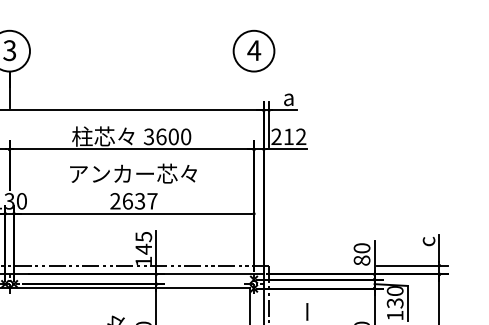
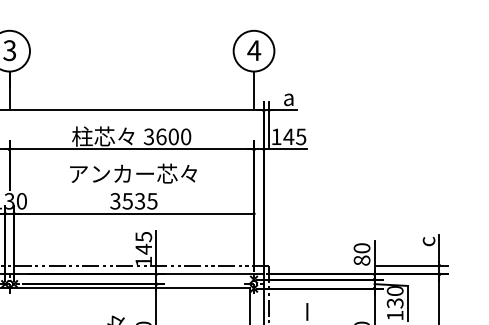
line at (254, 89): none -> present
text at (288, 136): 212 -> 145
text at (133, 201): 2637 -> 3535
